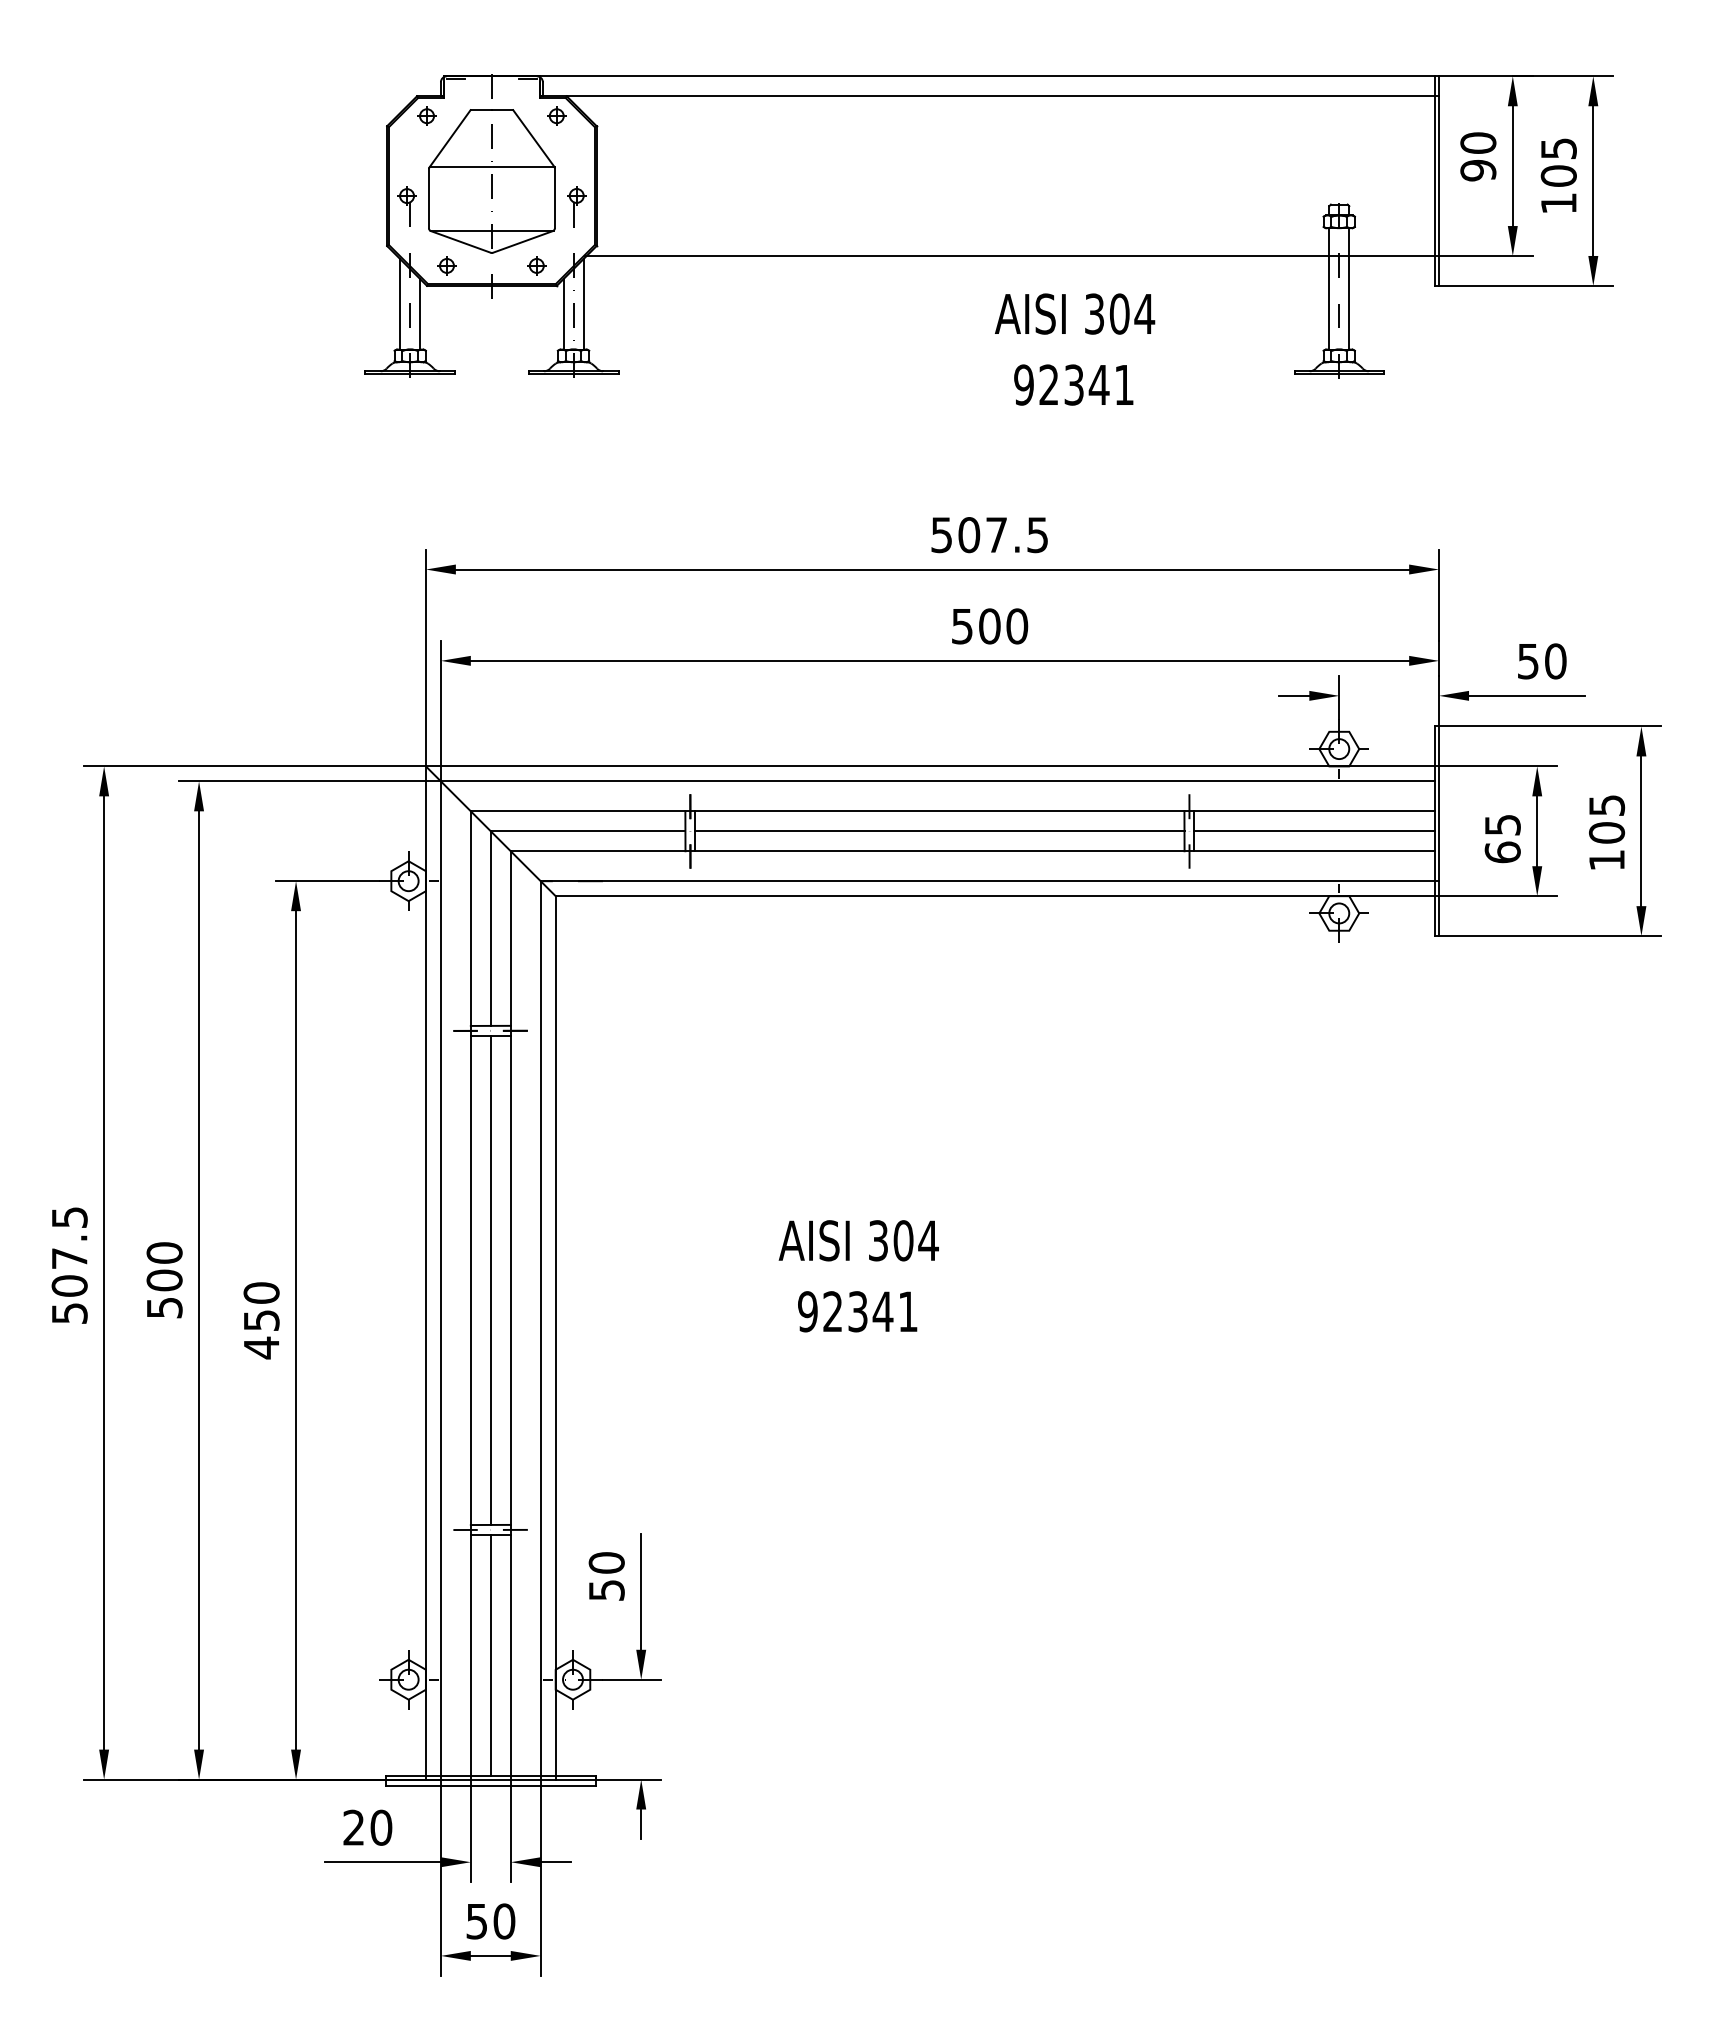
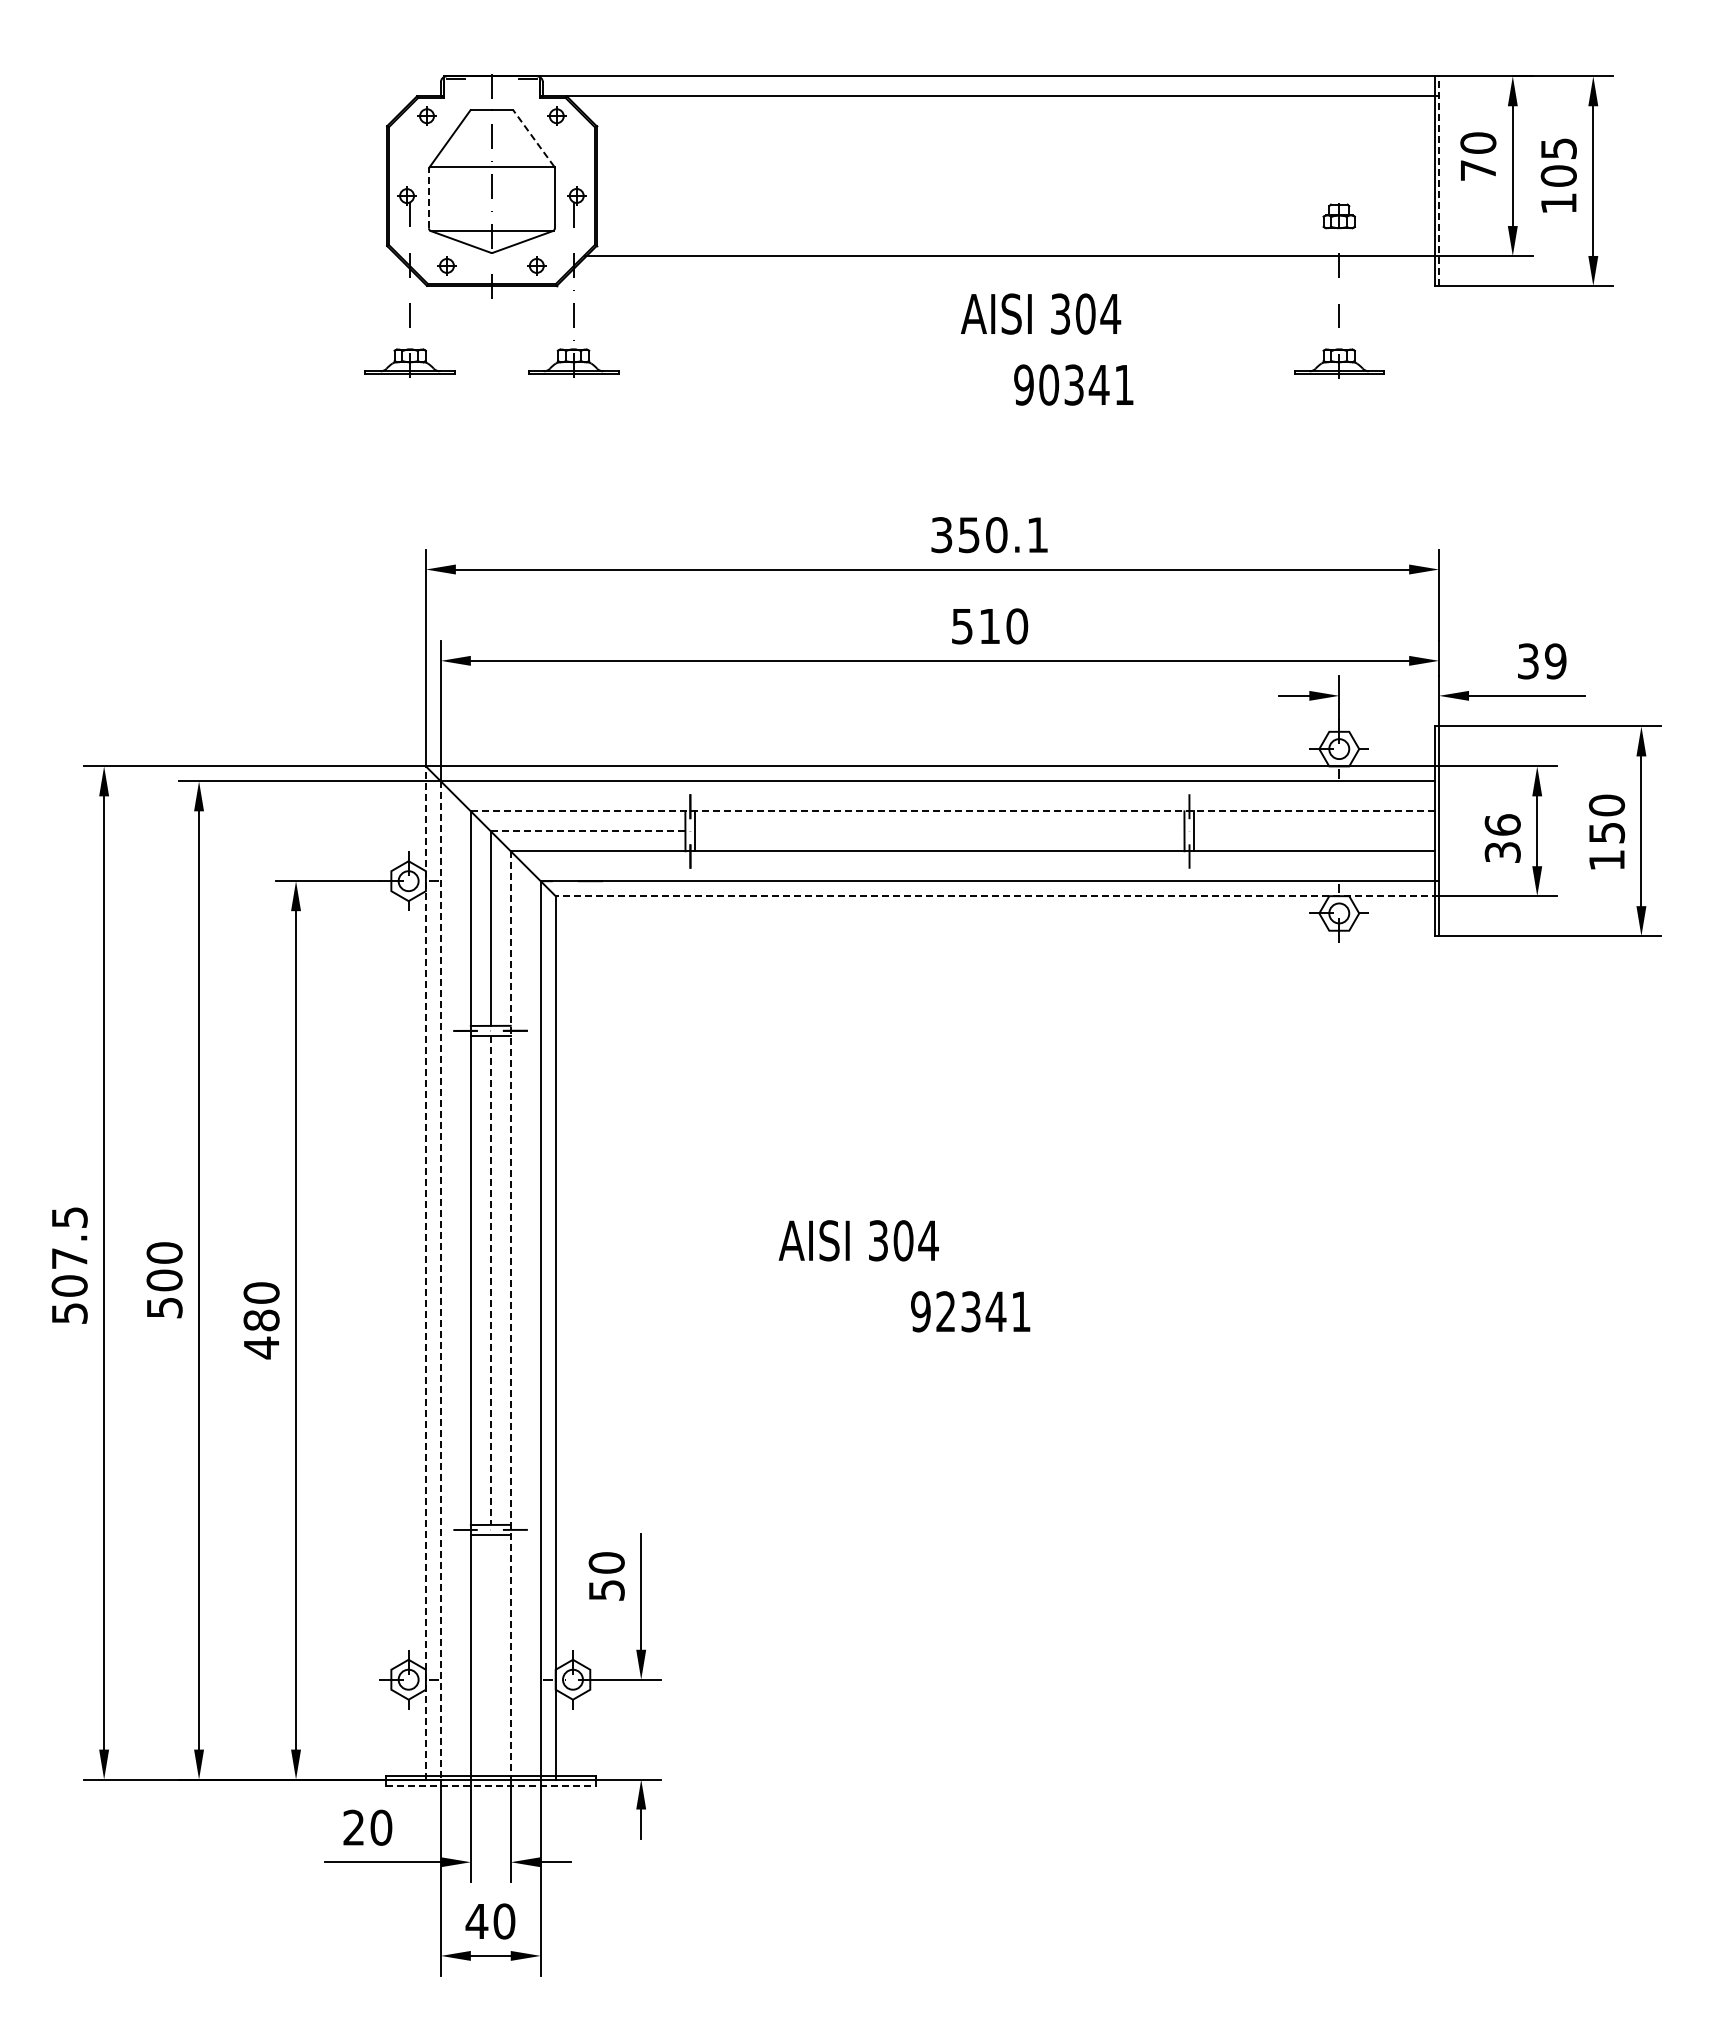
line at (533, 138): solid -> dashed
text at (1478, 170): 90 -> 70
line at (1439, 181): solid -> dashed
line at (428, 198): solid -> dashed
line at (1329, 288): present -> none
line at (1349, 288): present -> none
line at (400, 304): present -> none
line at (583, 304): present -> none
text at (1075, 313) position: (1075, 313) -> (1041, 313)
line at (420, 314): present -> none
line at (563, 314): present -> none
text at (1049, 384): 92341 -> 90341
text at (989, 535): 507.5 -> 350.1
text at (989, 626): 500 -> 510
text at (1542, 661): 50 -> 39
line at (953, 811): solid -> dashed
text at (1607, 818): 105 -> 150
line at (588, 831): solid -> dashed
line at (939, 831): present -> none
line at (1314, 831): present -> none
text at (1502, 838): 65 -> 36
line at (997, 896): solid -> dashed
line at (425, 1272): solid -> dashed
line at (440, 1280): solid -> dashed
line at (490, 1280): solid -> dashed
text at (857, 1311) position: (857, 1311) -> (970, 1311)
line at (510, 1313): solid -> dashed
text at (261, 1320): 450 -> 480
line at (490, 1654): present -> none
line at (490, 1785): solid -> dashed
text at (476, 1921): 50 -> 40
